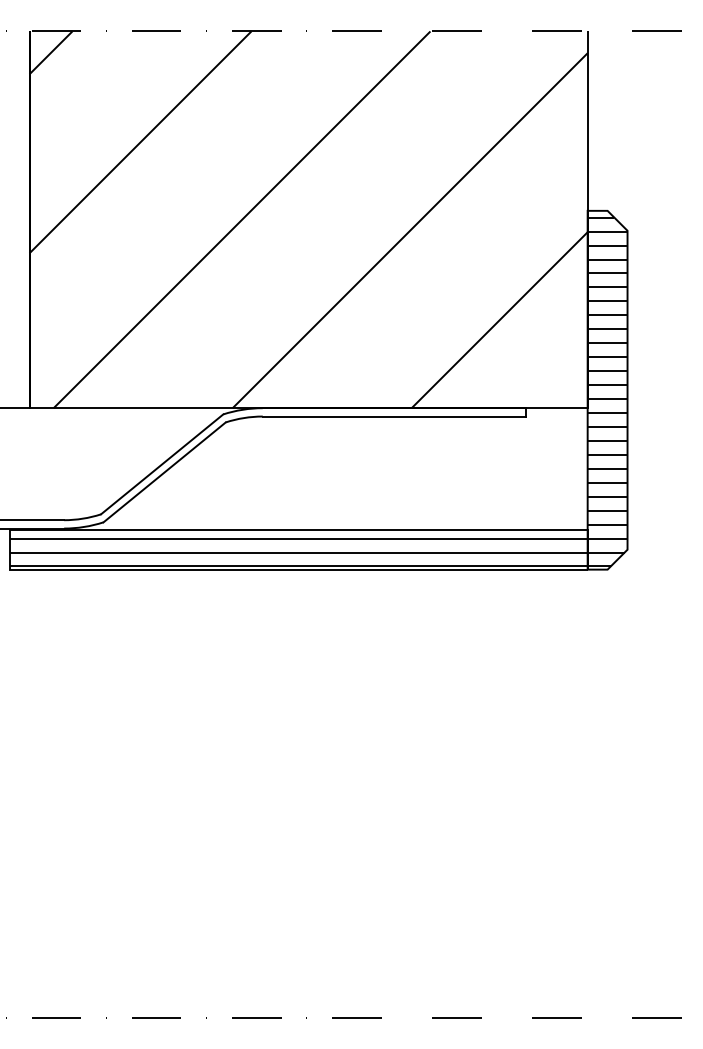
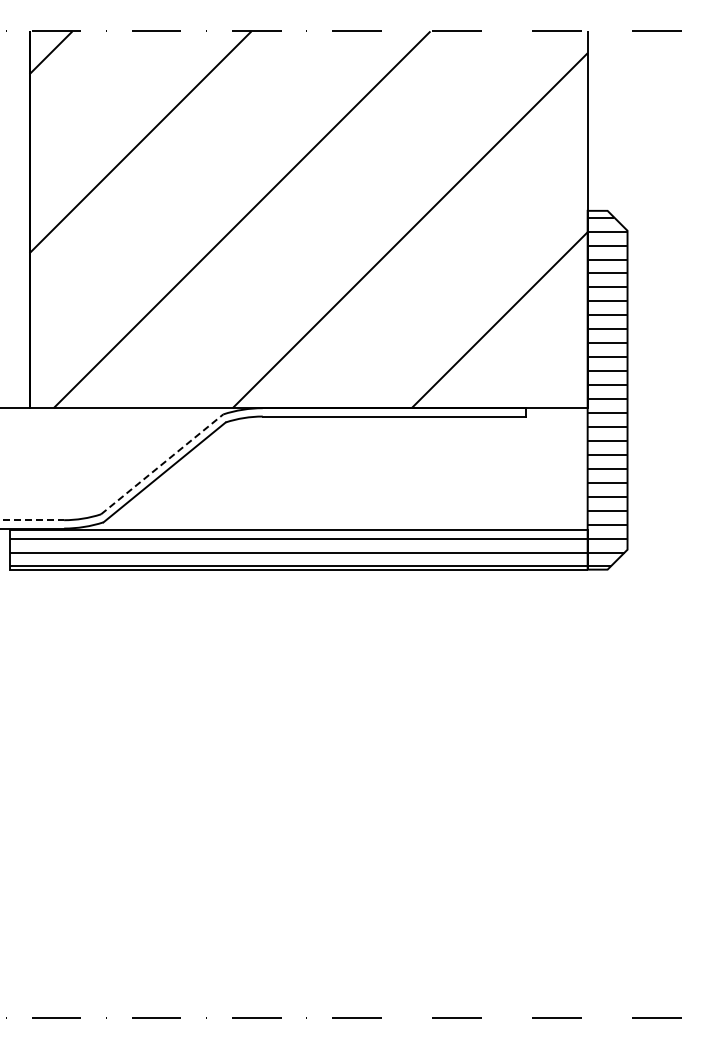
line at (162, 464): solid -> dashed
line at (32, 520): solid -> dashed
